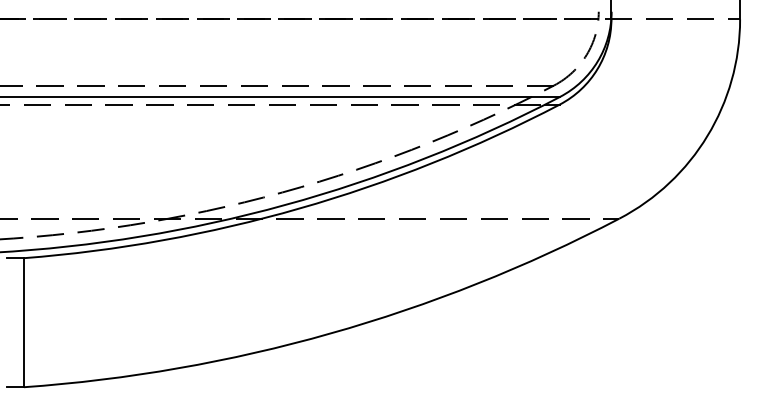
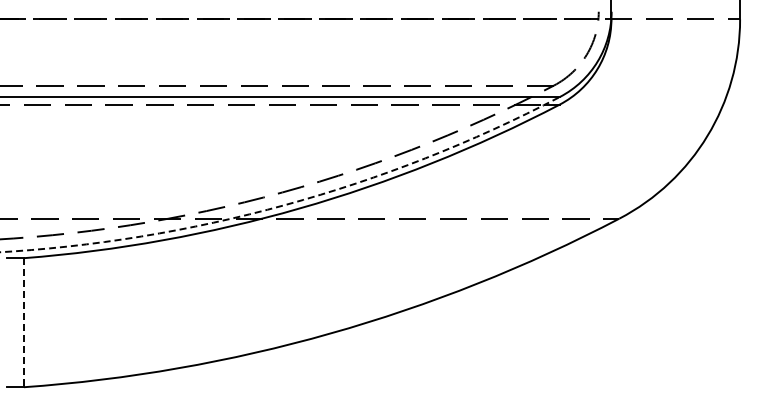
arc at (288, 204): solid -> dashed
line at (23, 322): solid -> dashed
